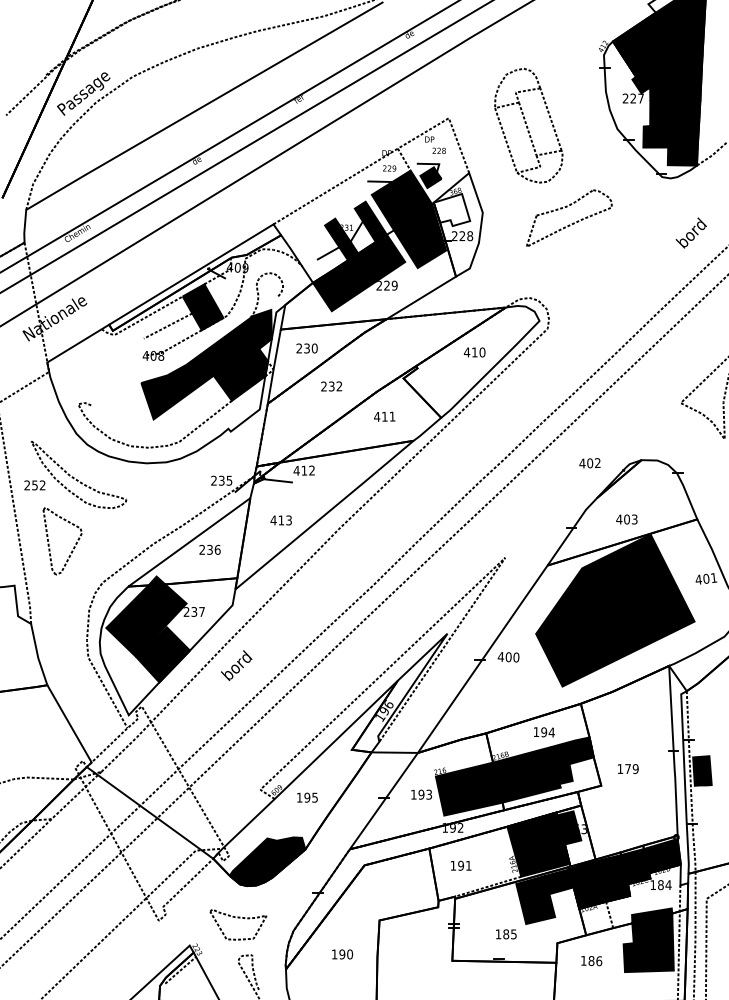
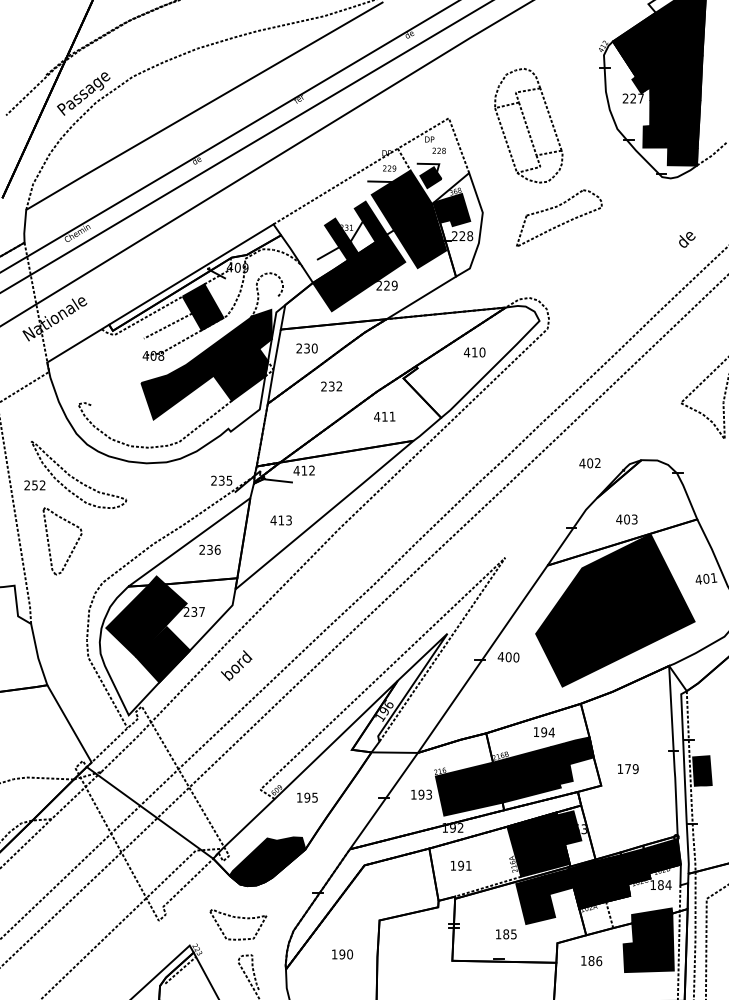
fill at (451, 209): none -> present
part at (571, 223) position: (571, 223) -> (561, 223)
text at (690, 232): bord -> de
